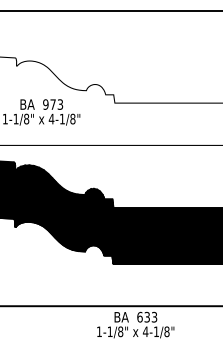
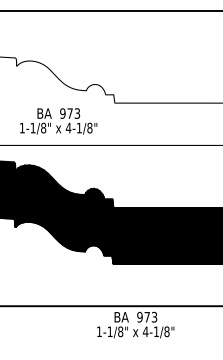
text at (41, 112) position: (41, 112) -> (58, 121)
text at (143, 316): 633 -> 973
